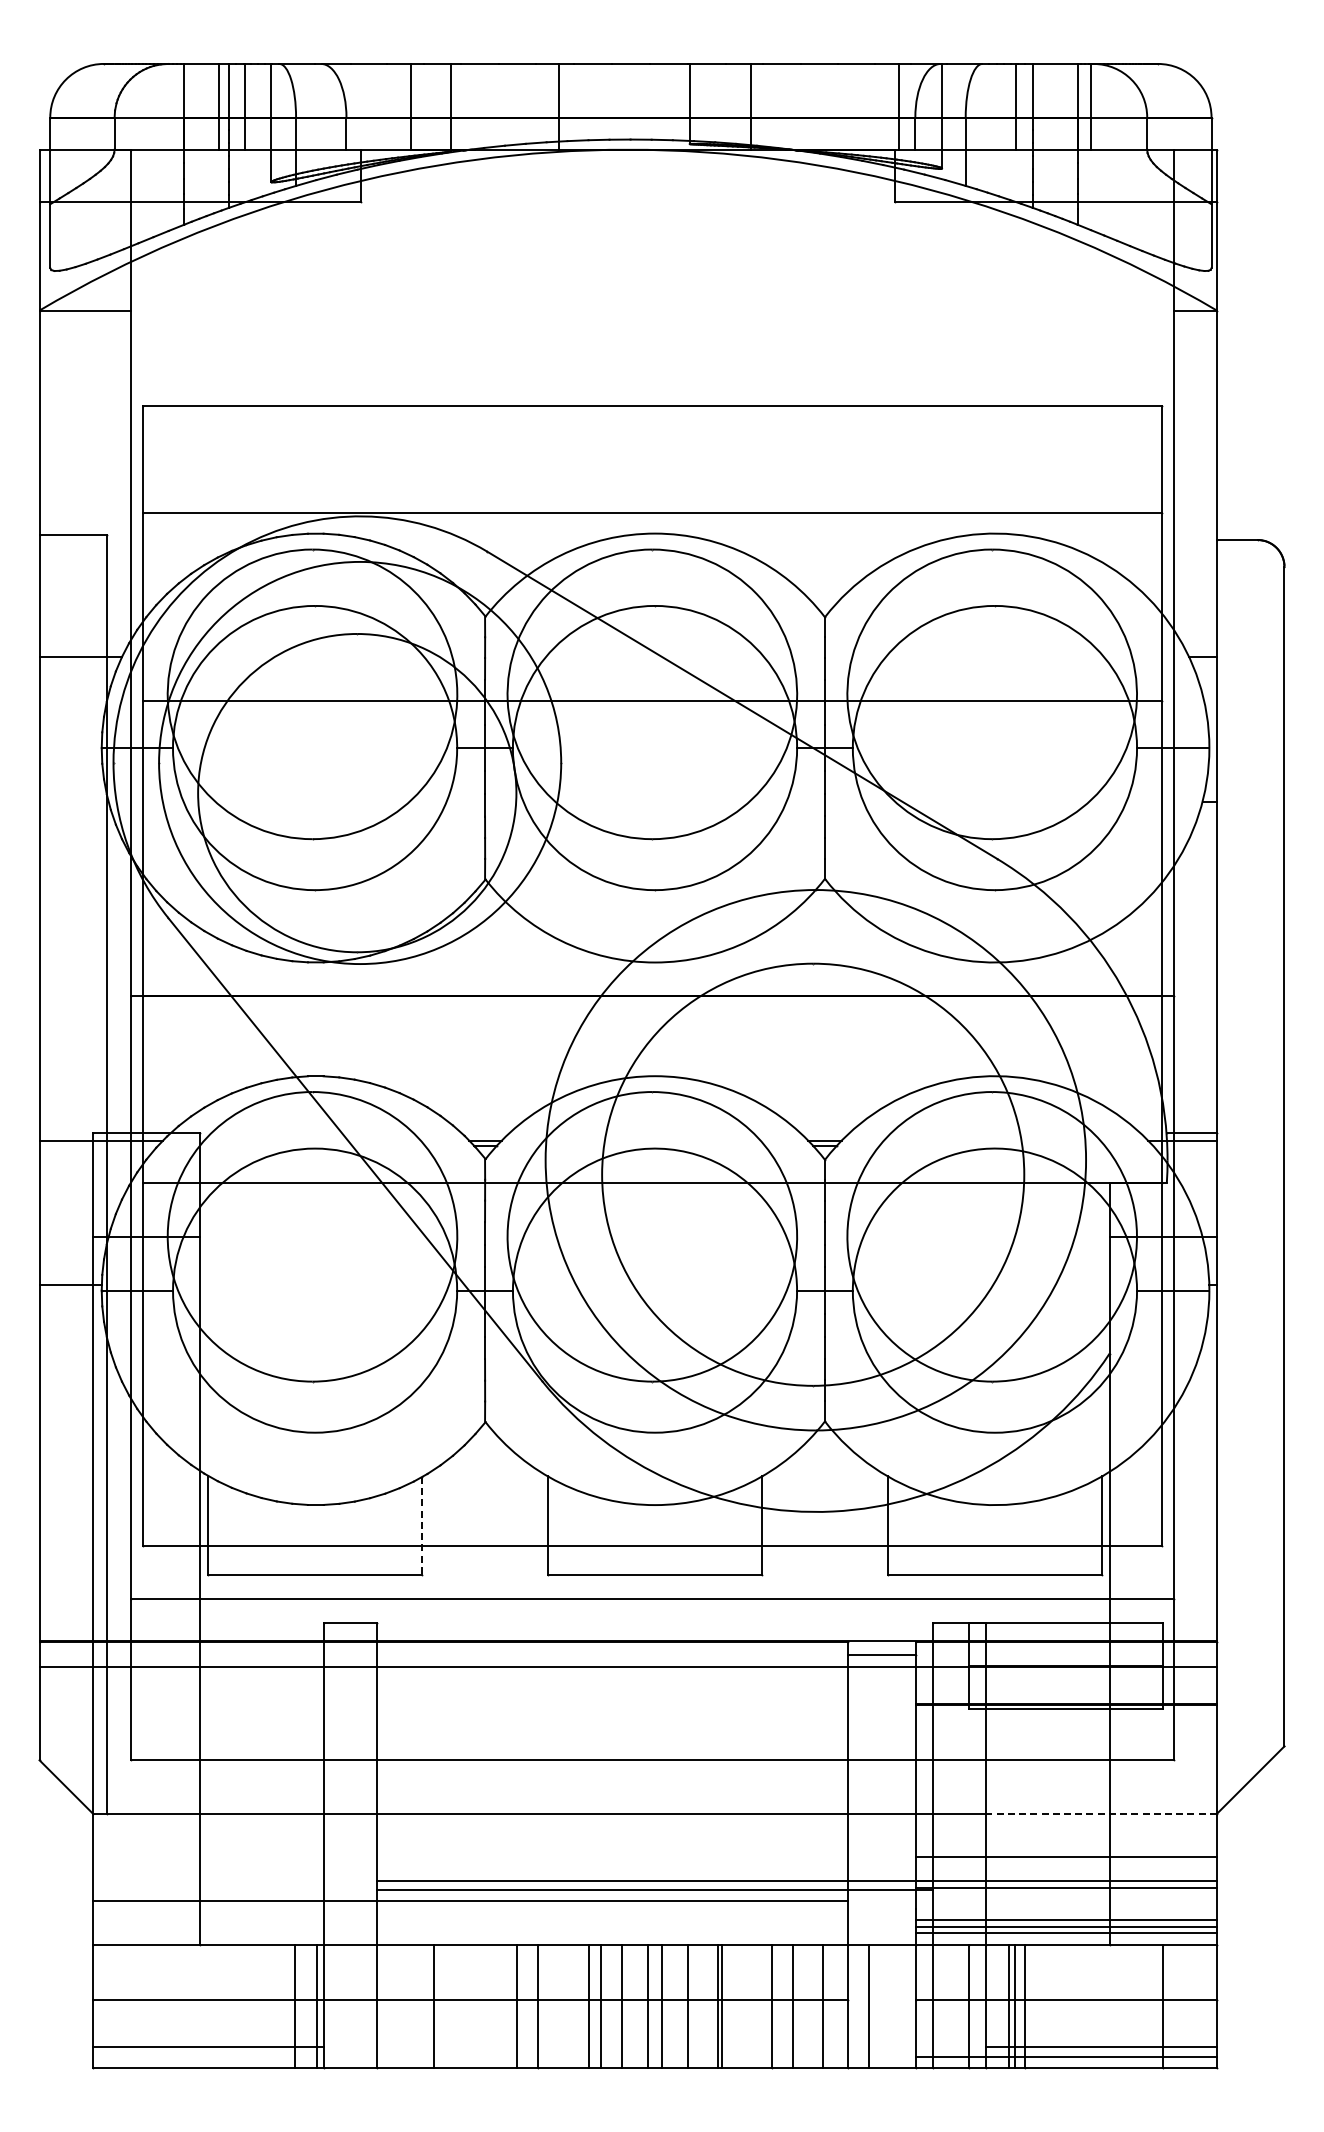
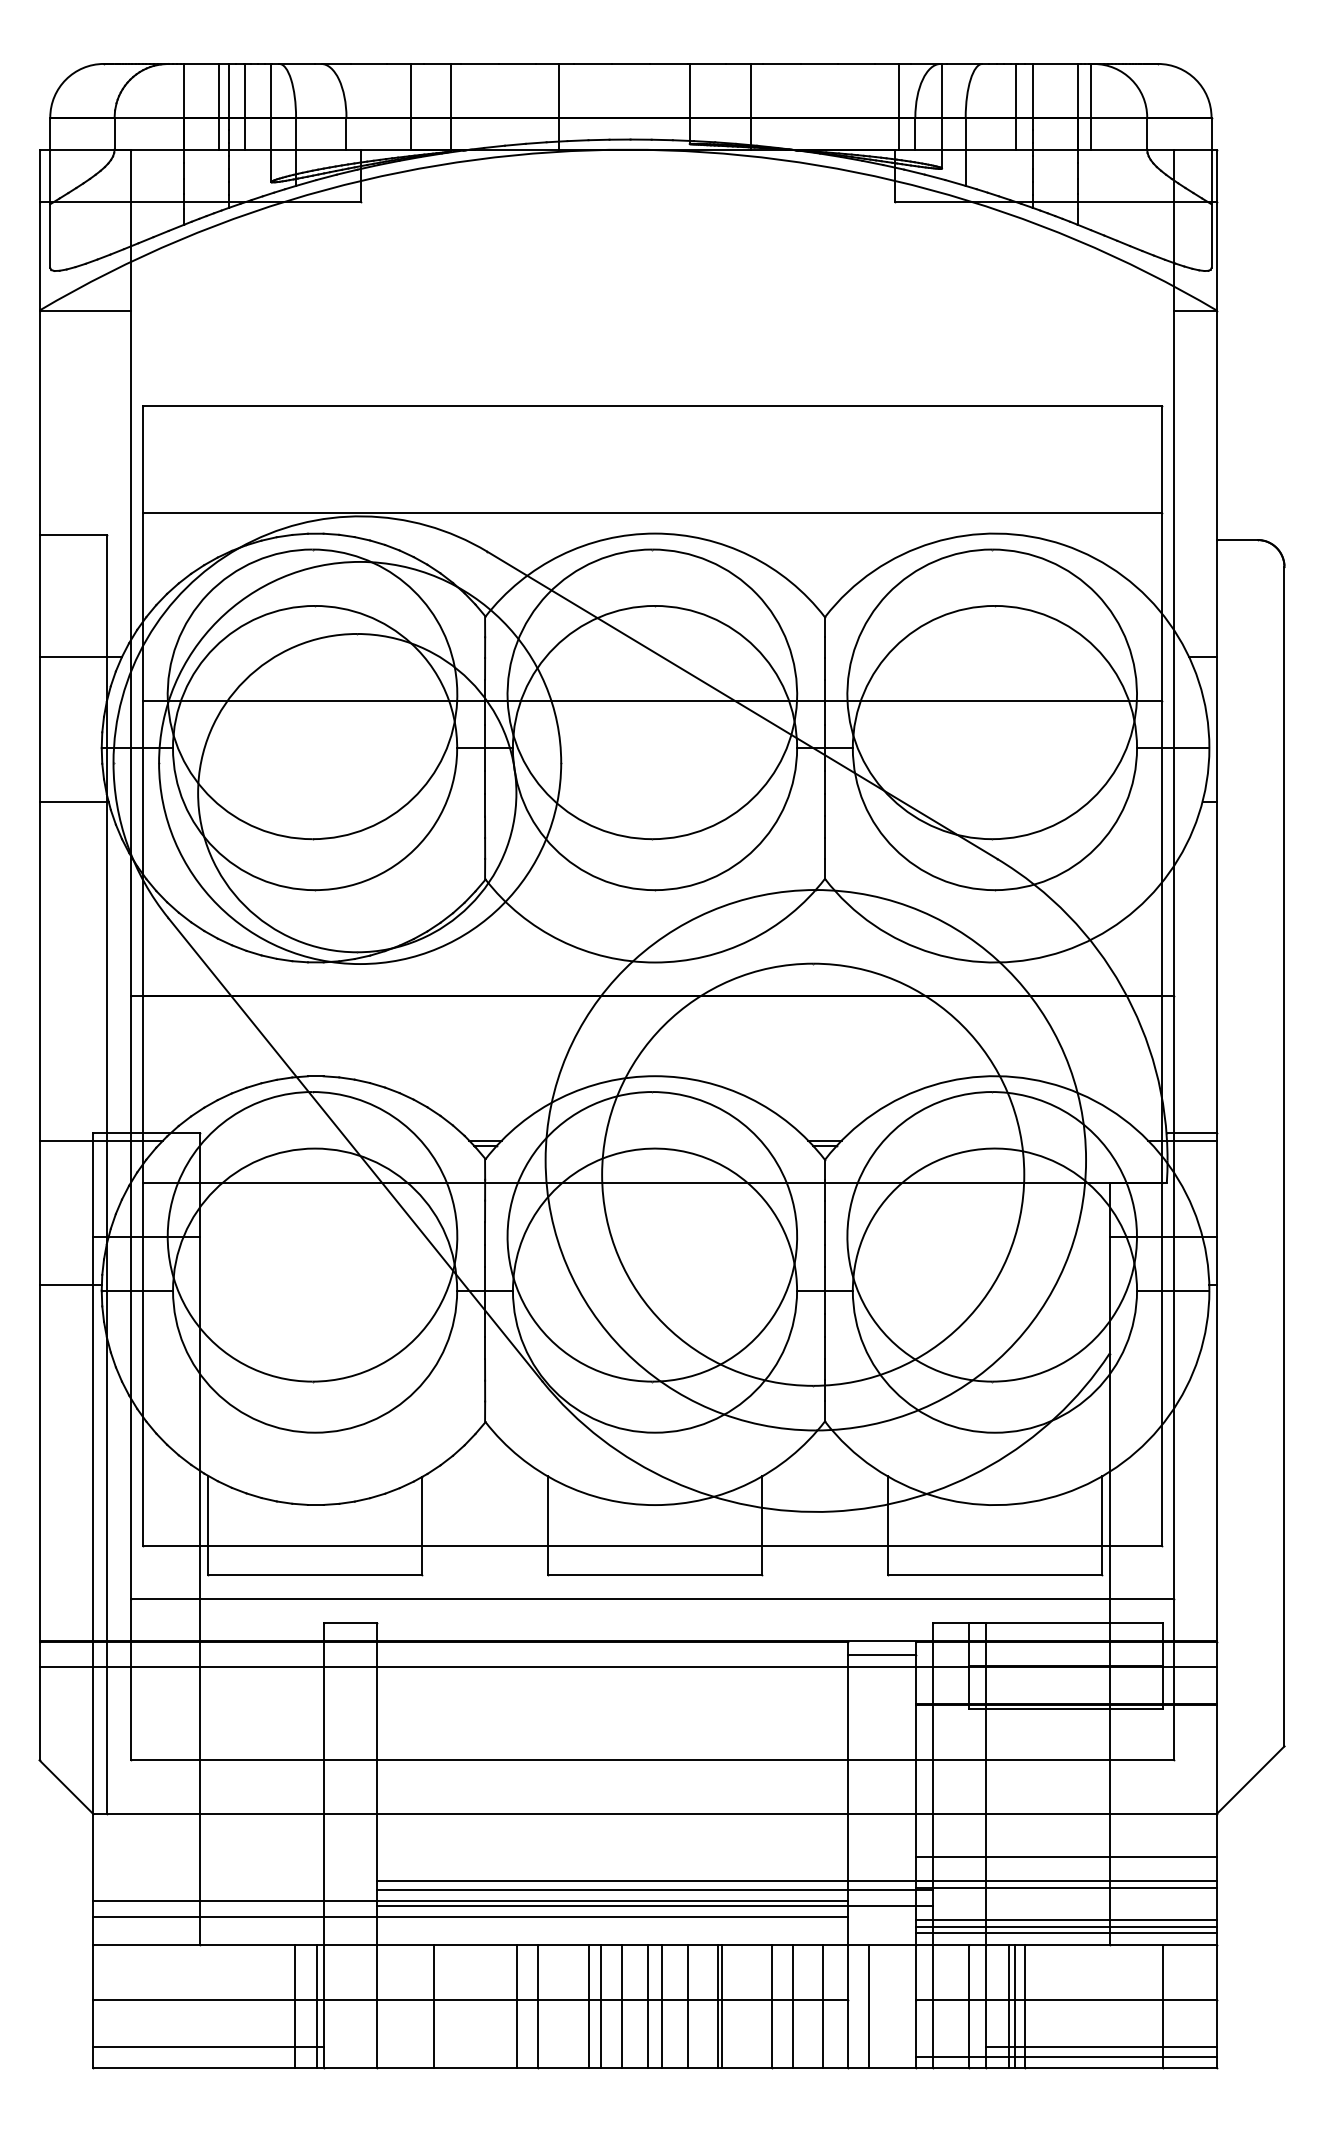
line at (73, 801): none -> present
line at (422, 1525): dashed -> solid
line at (1101, 1813): dashed -> solid
line at (654, 1906): none -> present
line at (470, 1916): none -> present
